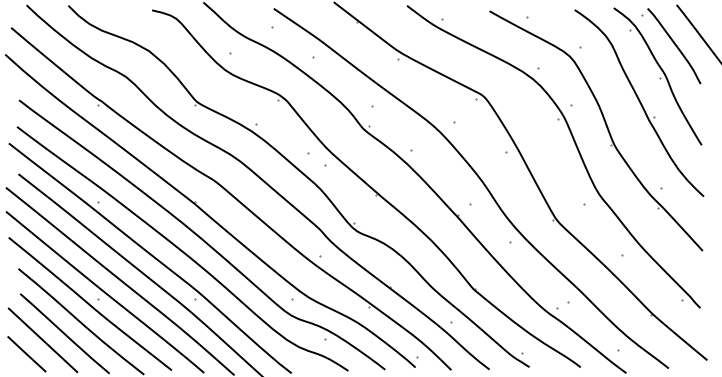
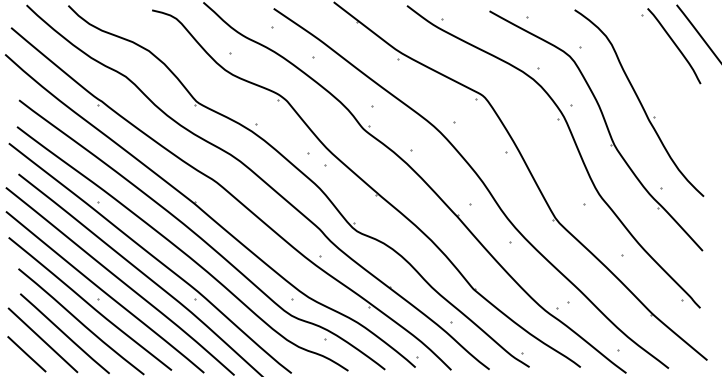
part at (657, 76): present -> none
